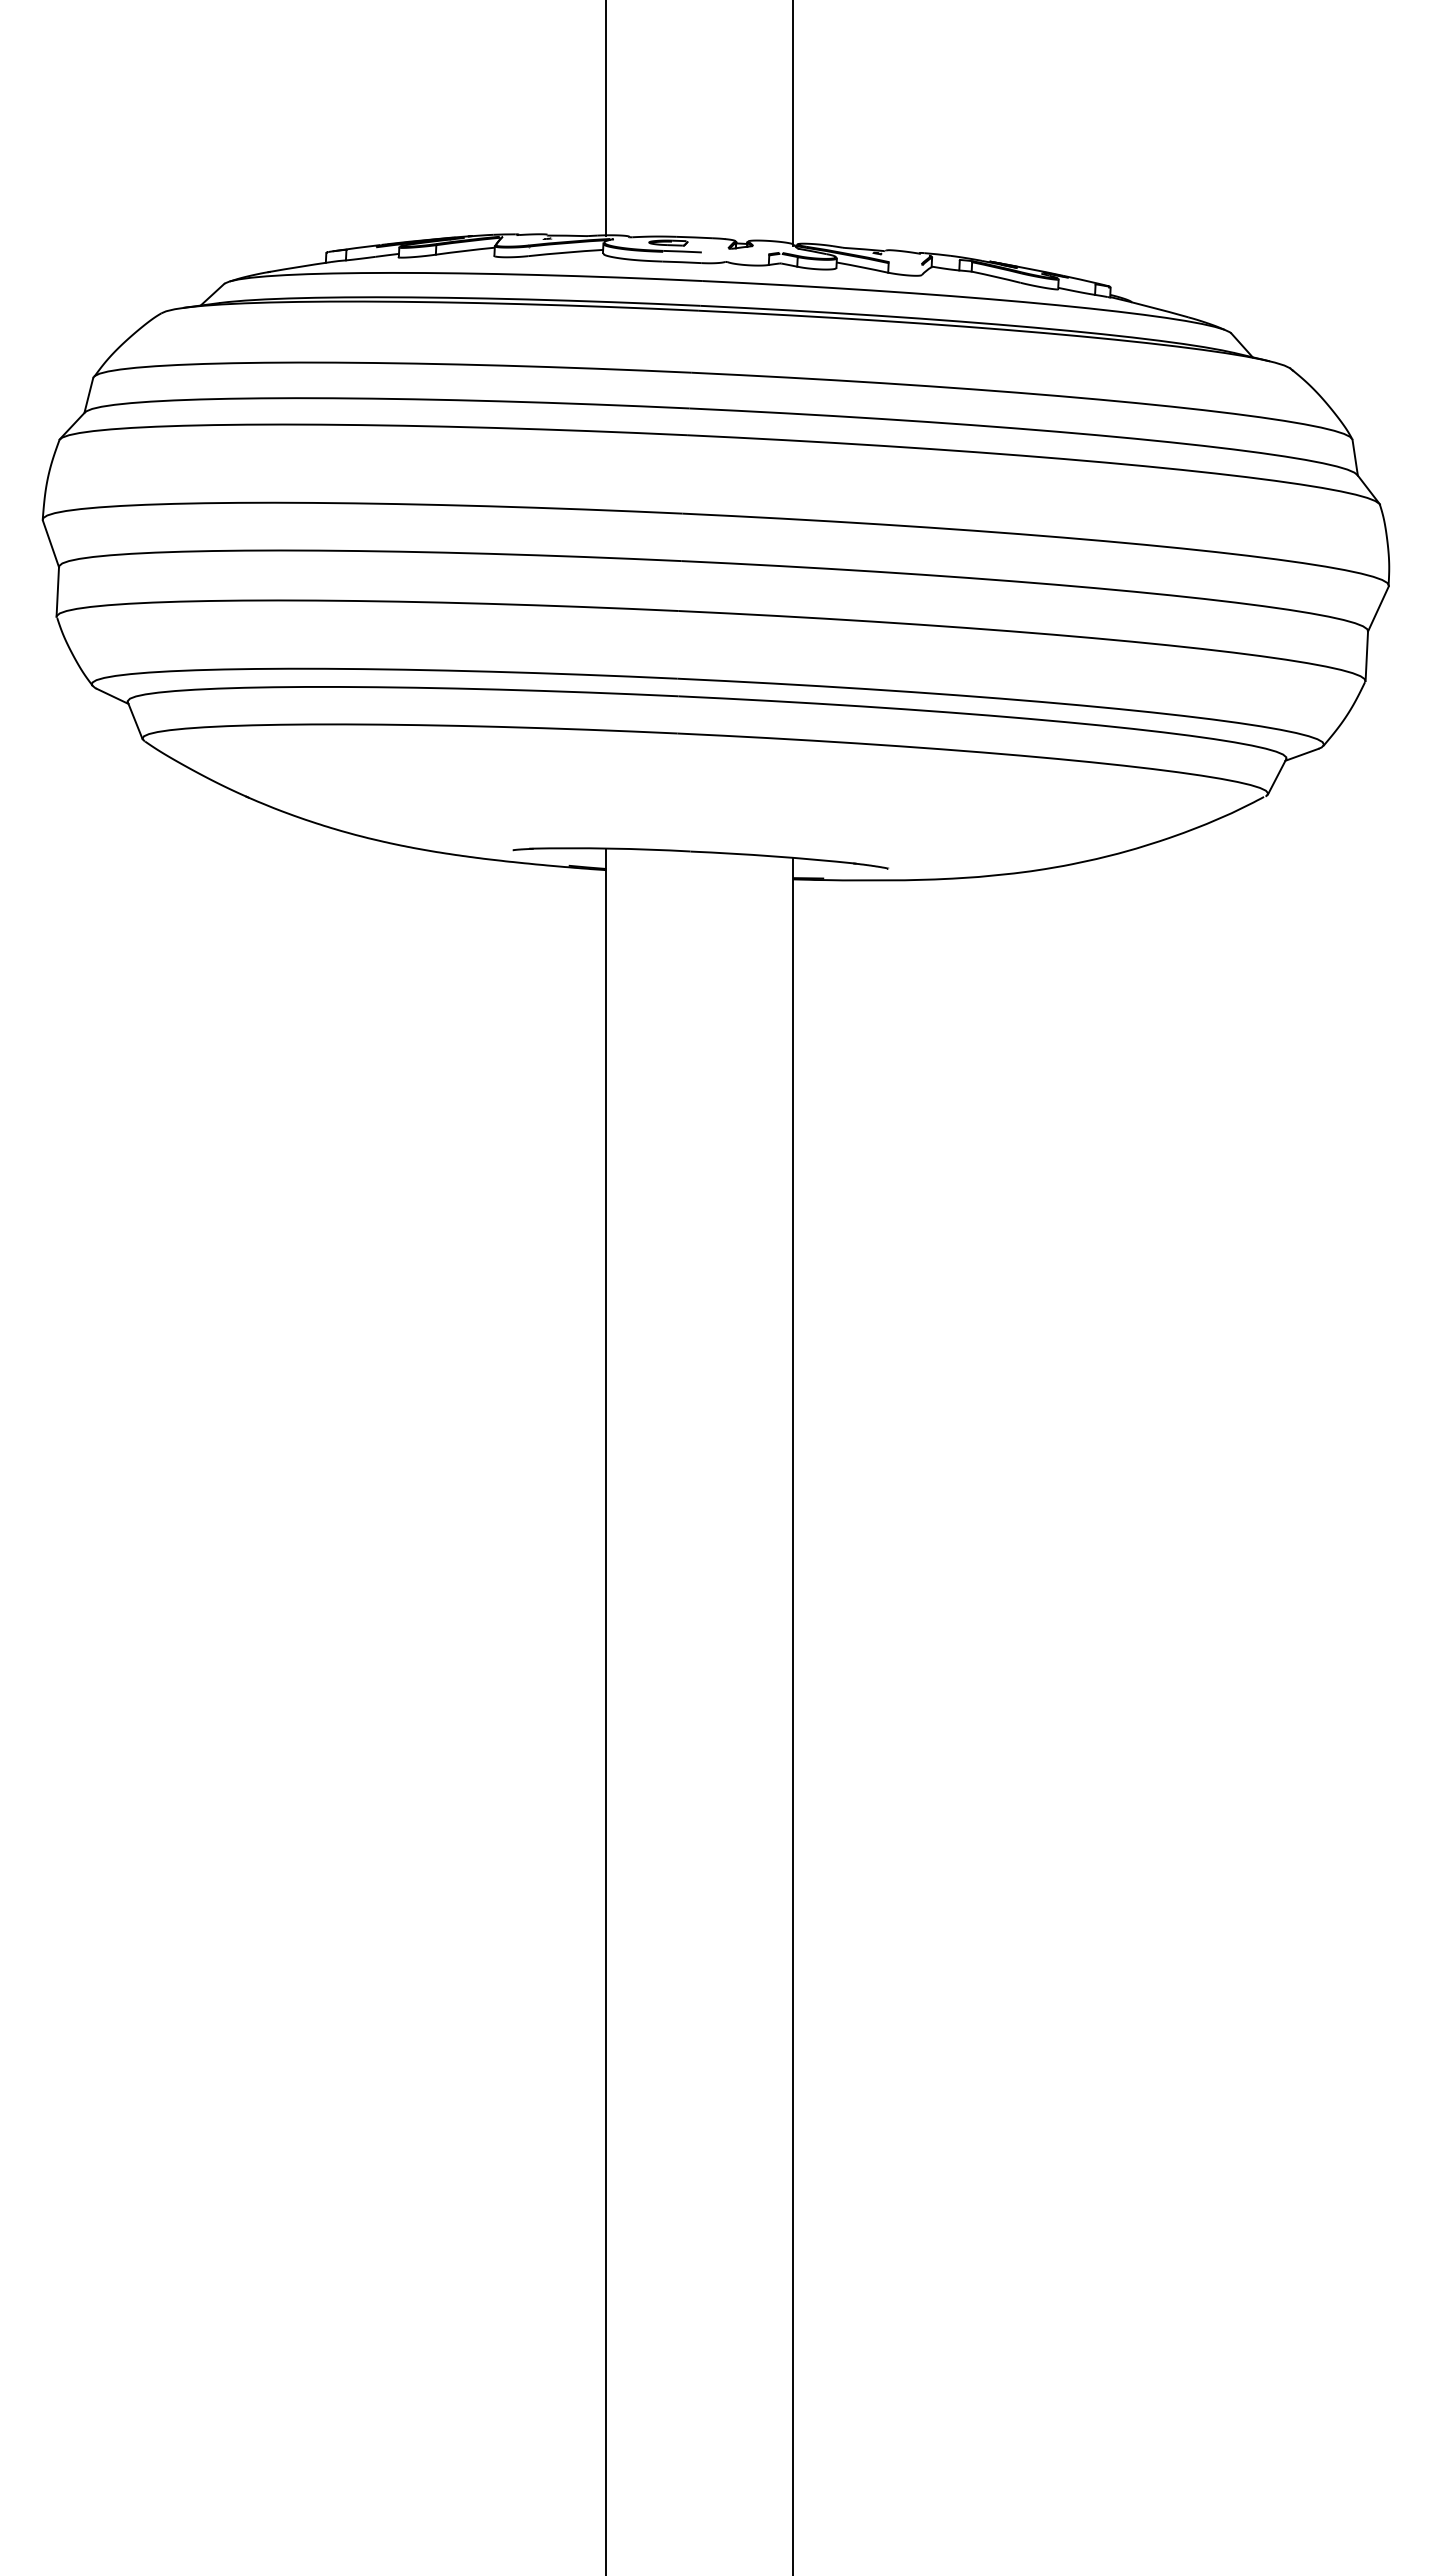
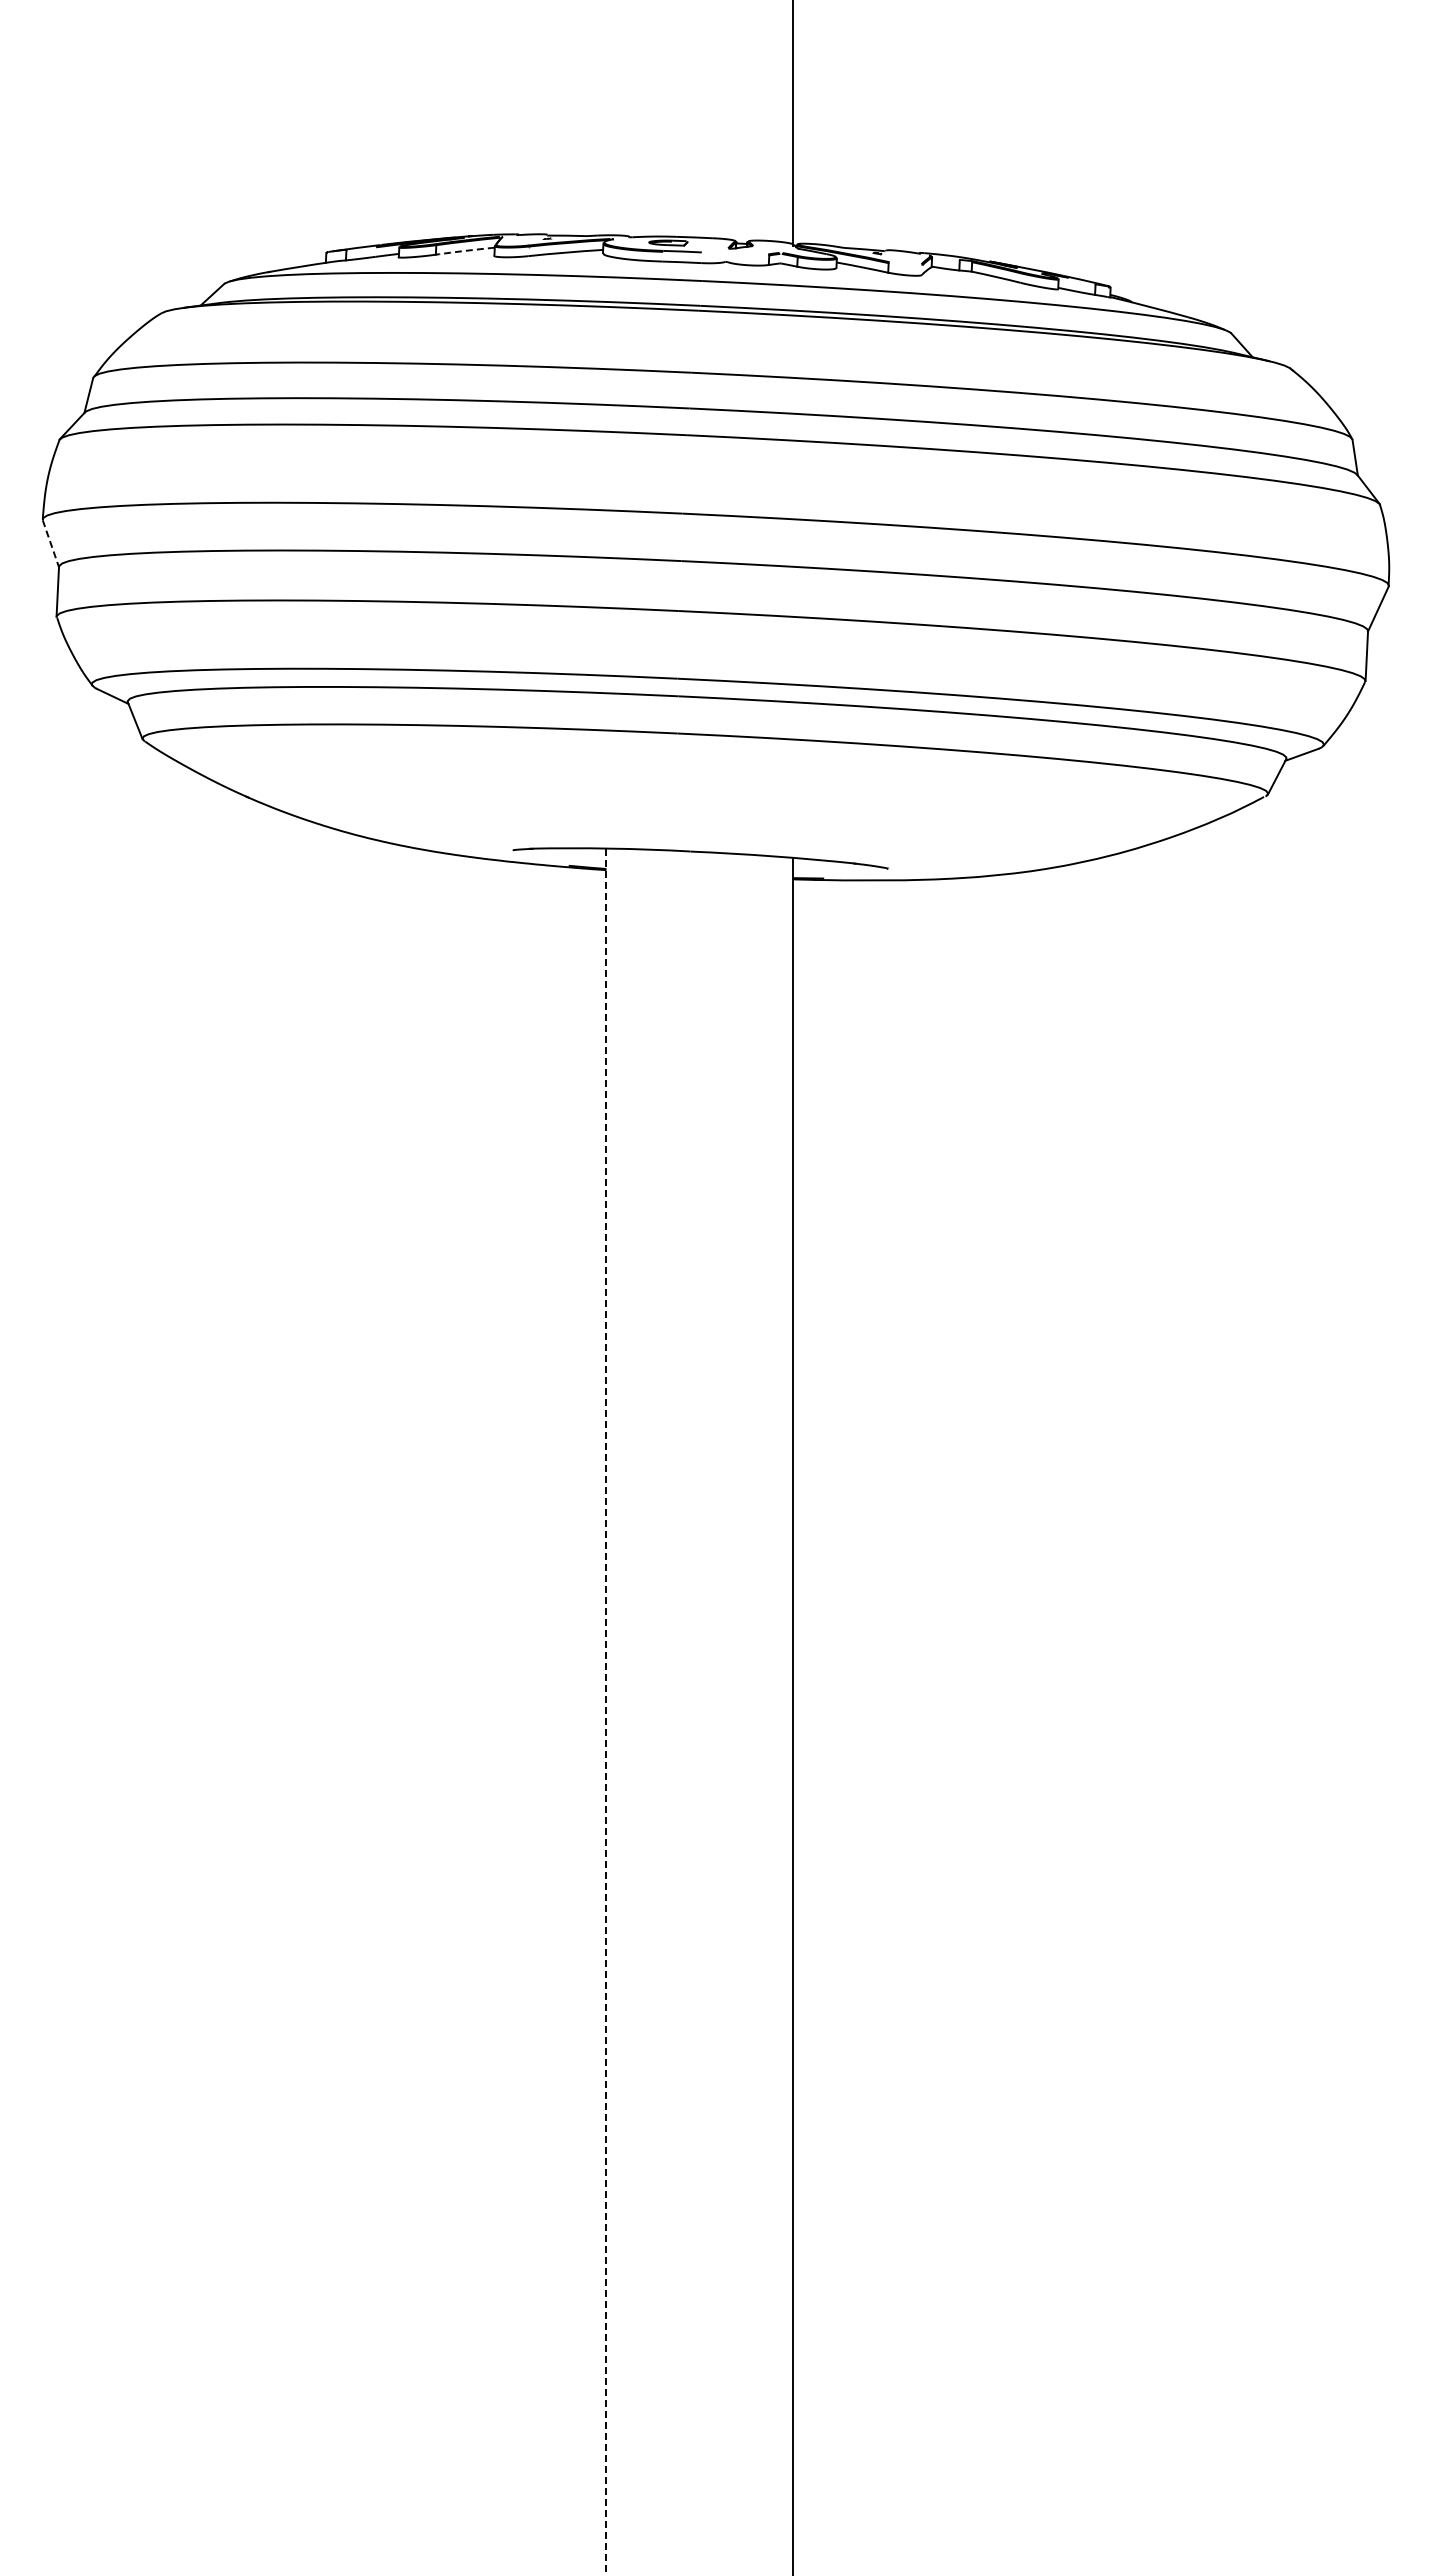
line at (606, 119): present -> none
arc at (465, 250): solid -> dashed
line at (50, 543): solid -> dashed
line at (606, 1712): solid -> dashed
